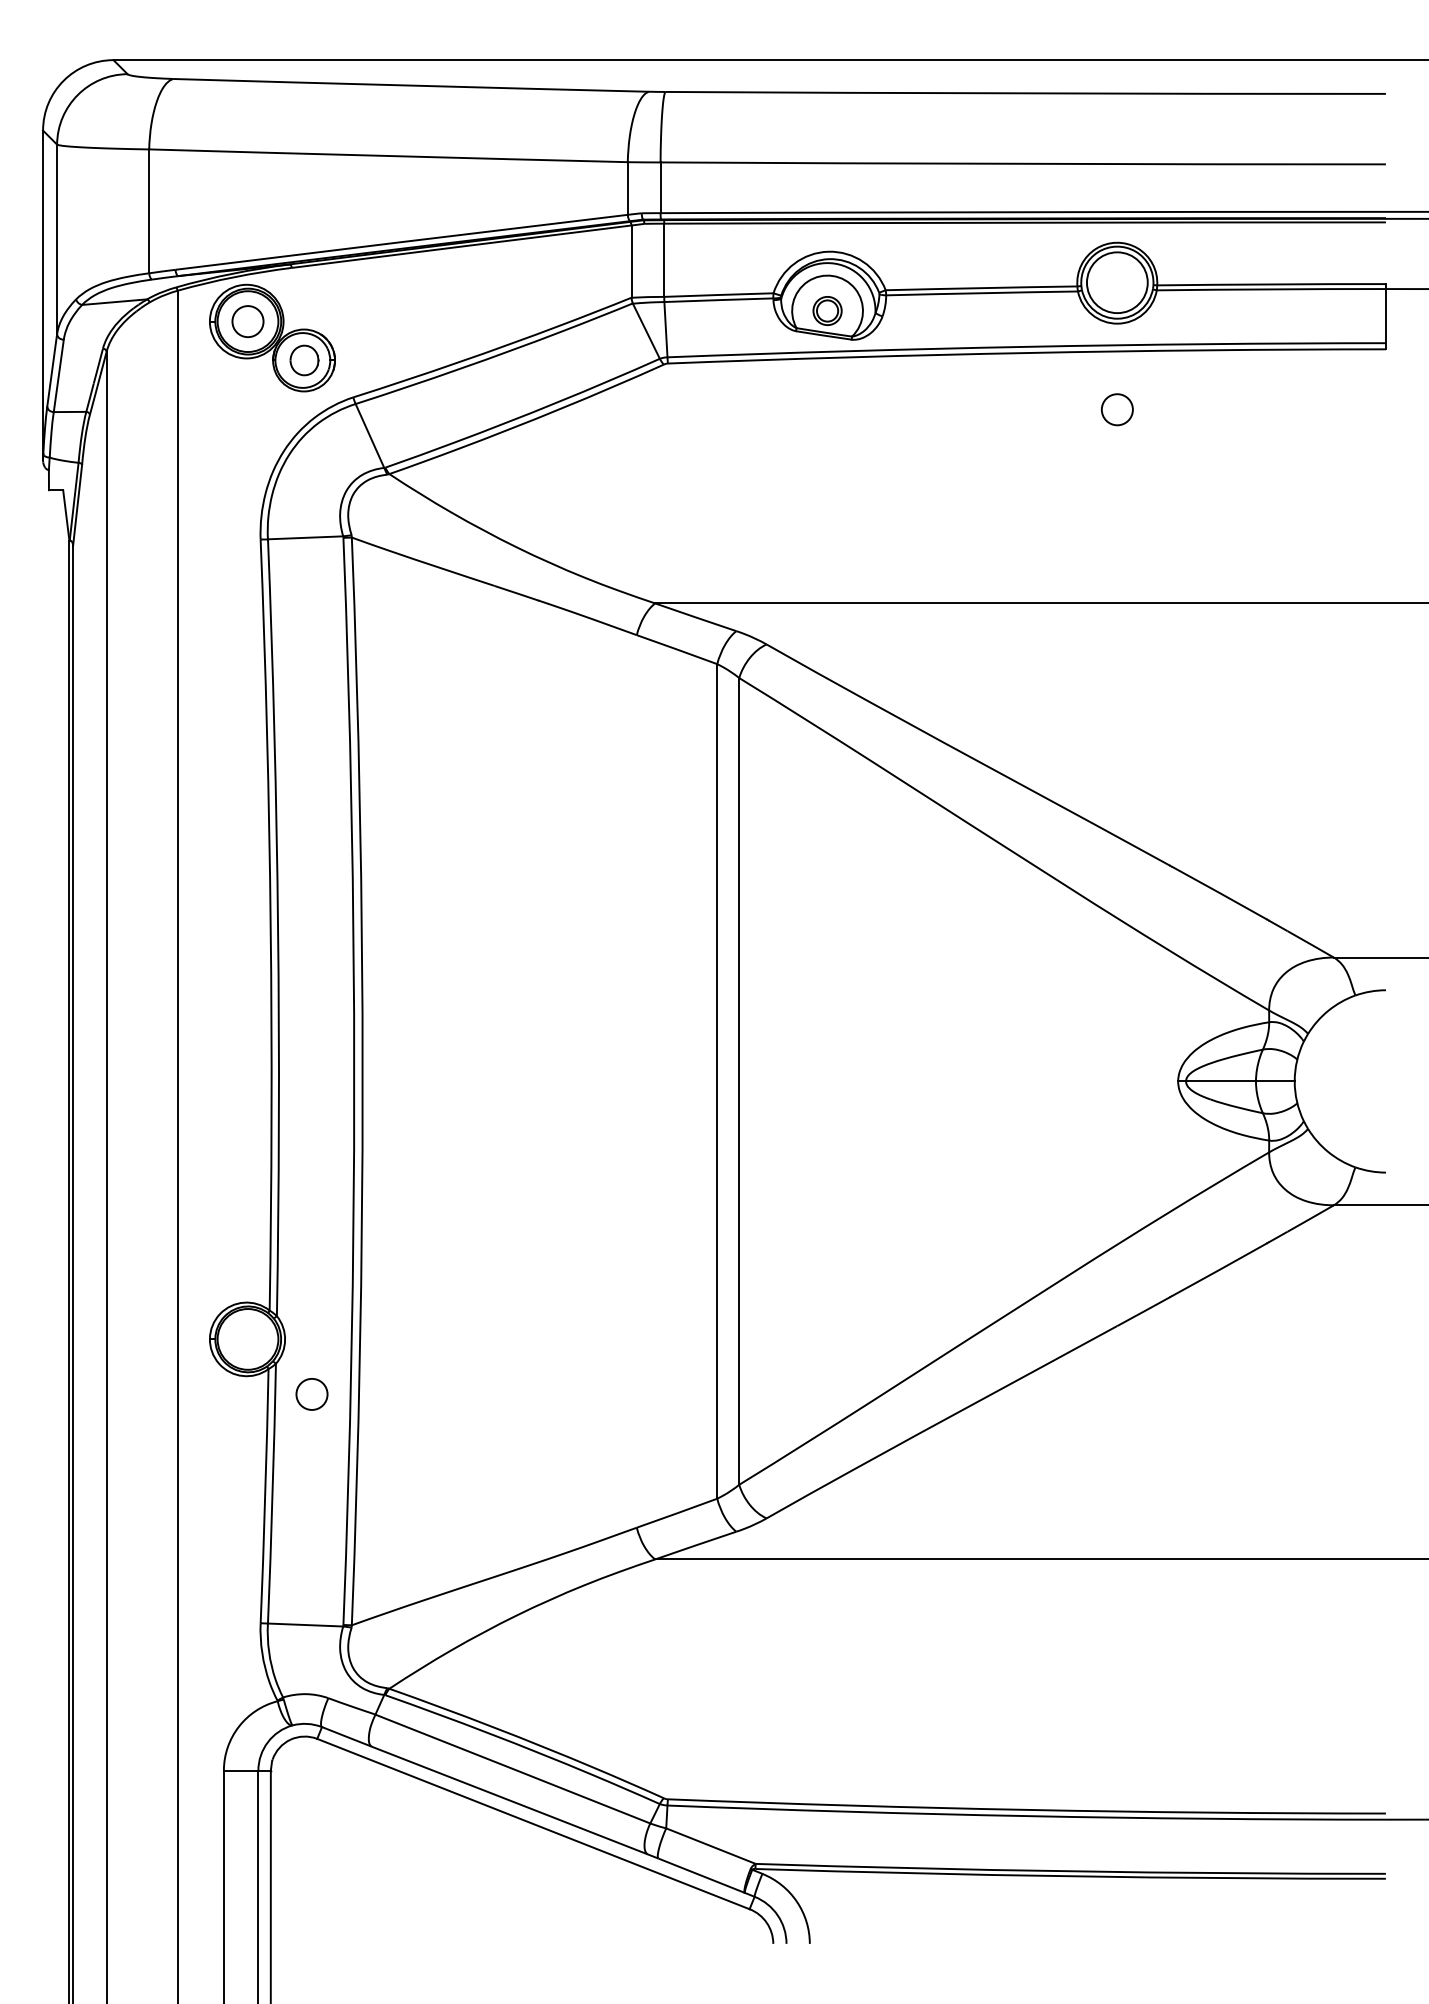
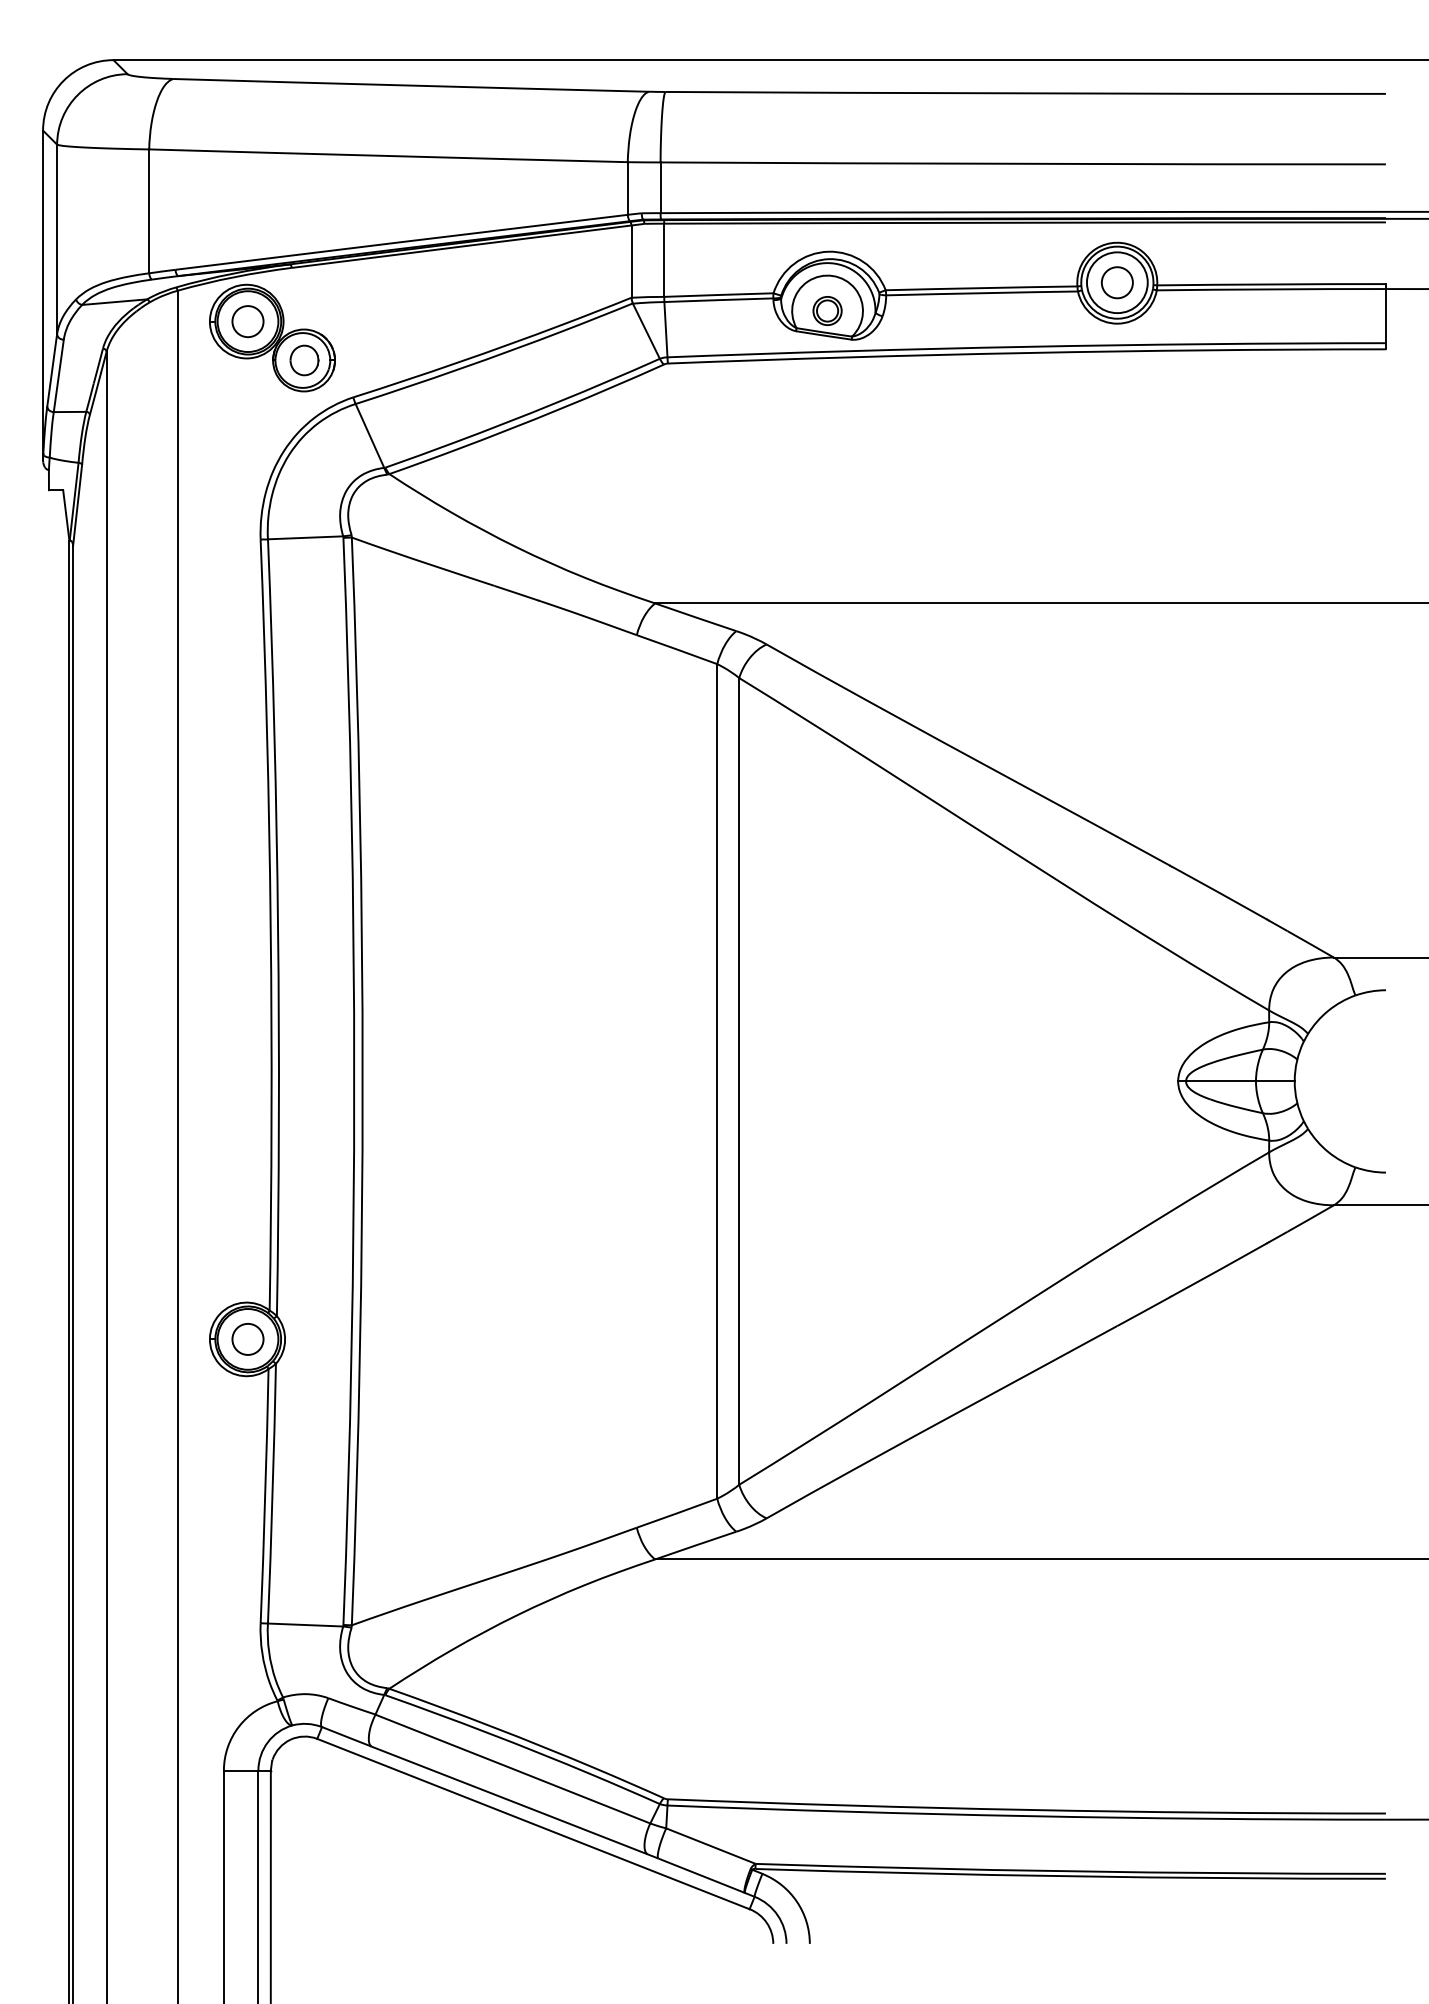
circle at (1117, 409) position: (1117, 409) -> (1117, 282)
circle at (311, 1394) position: (311, 1394) -> (247, 1339)
